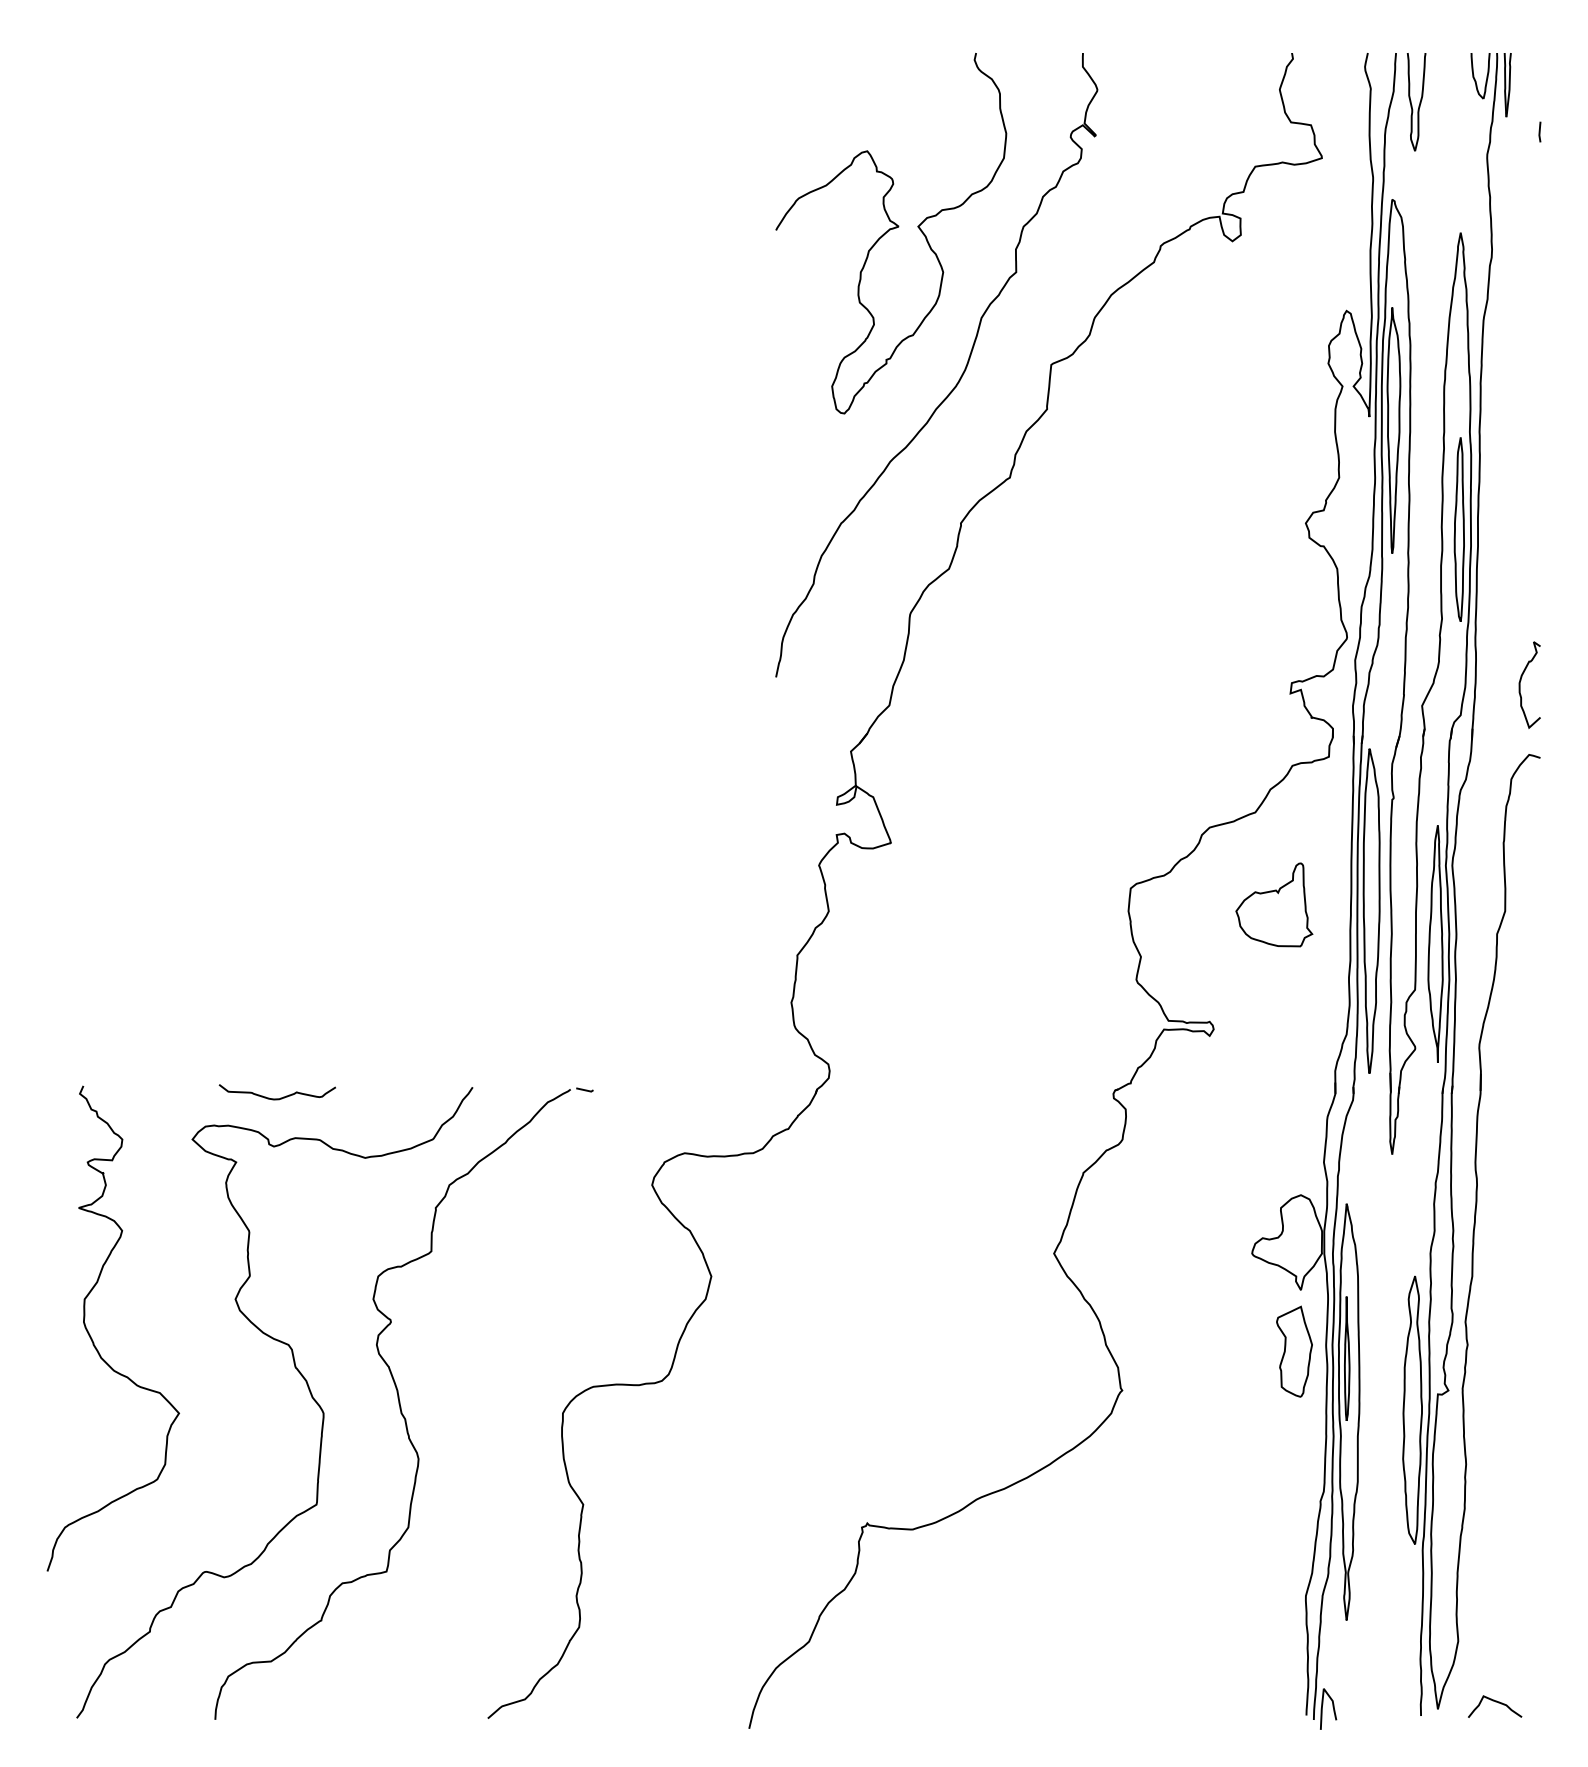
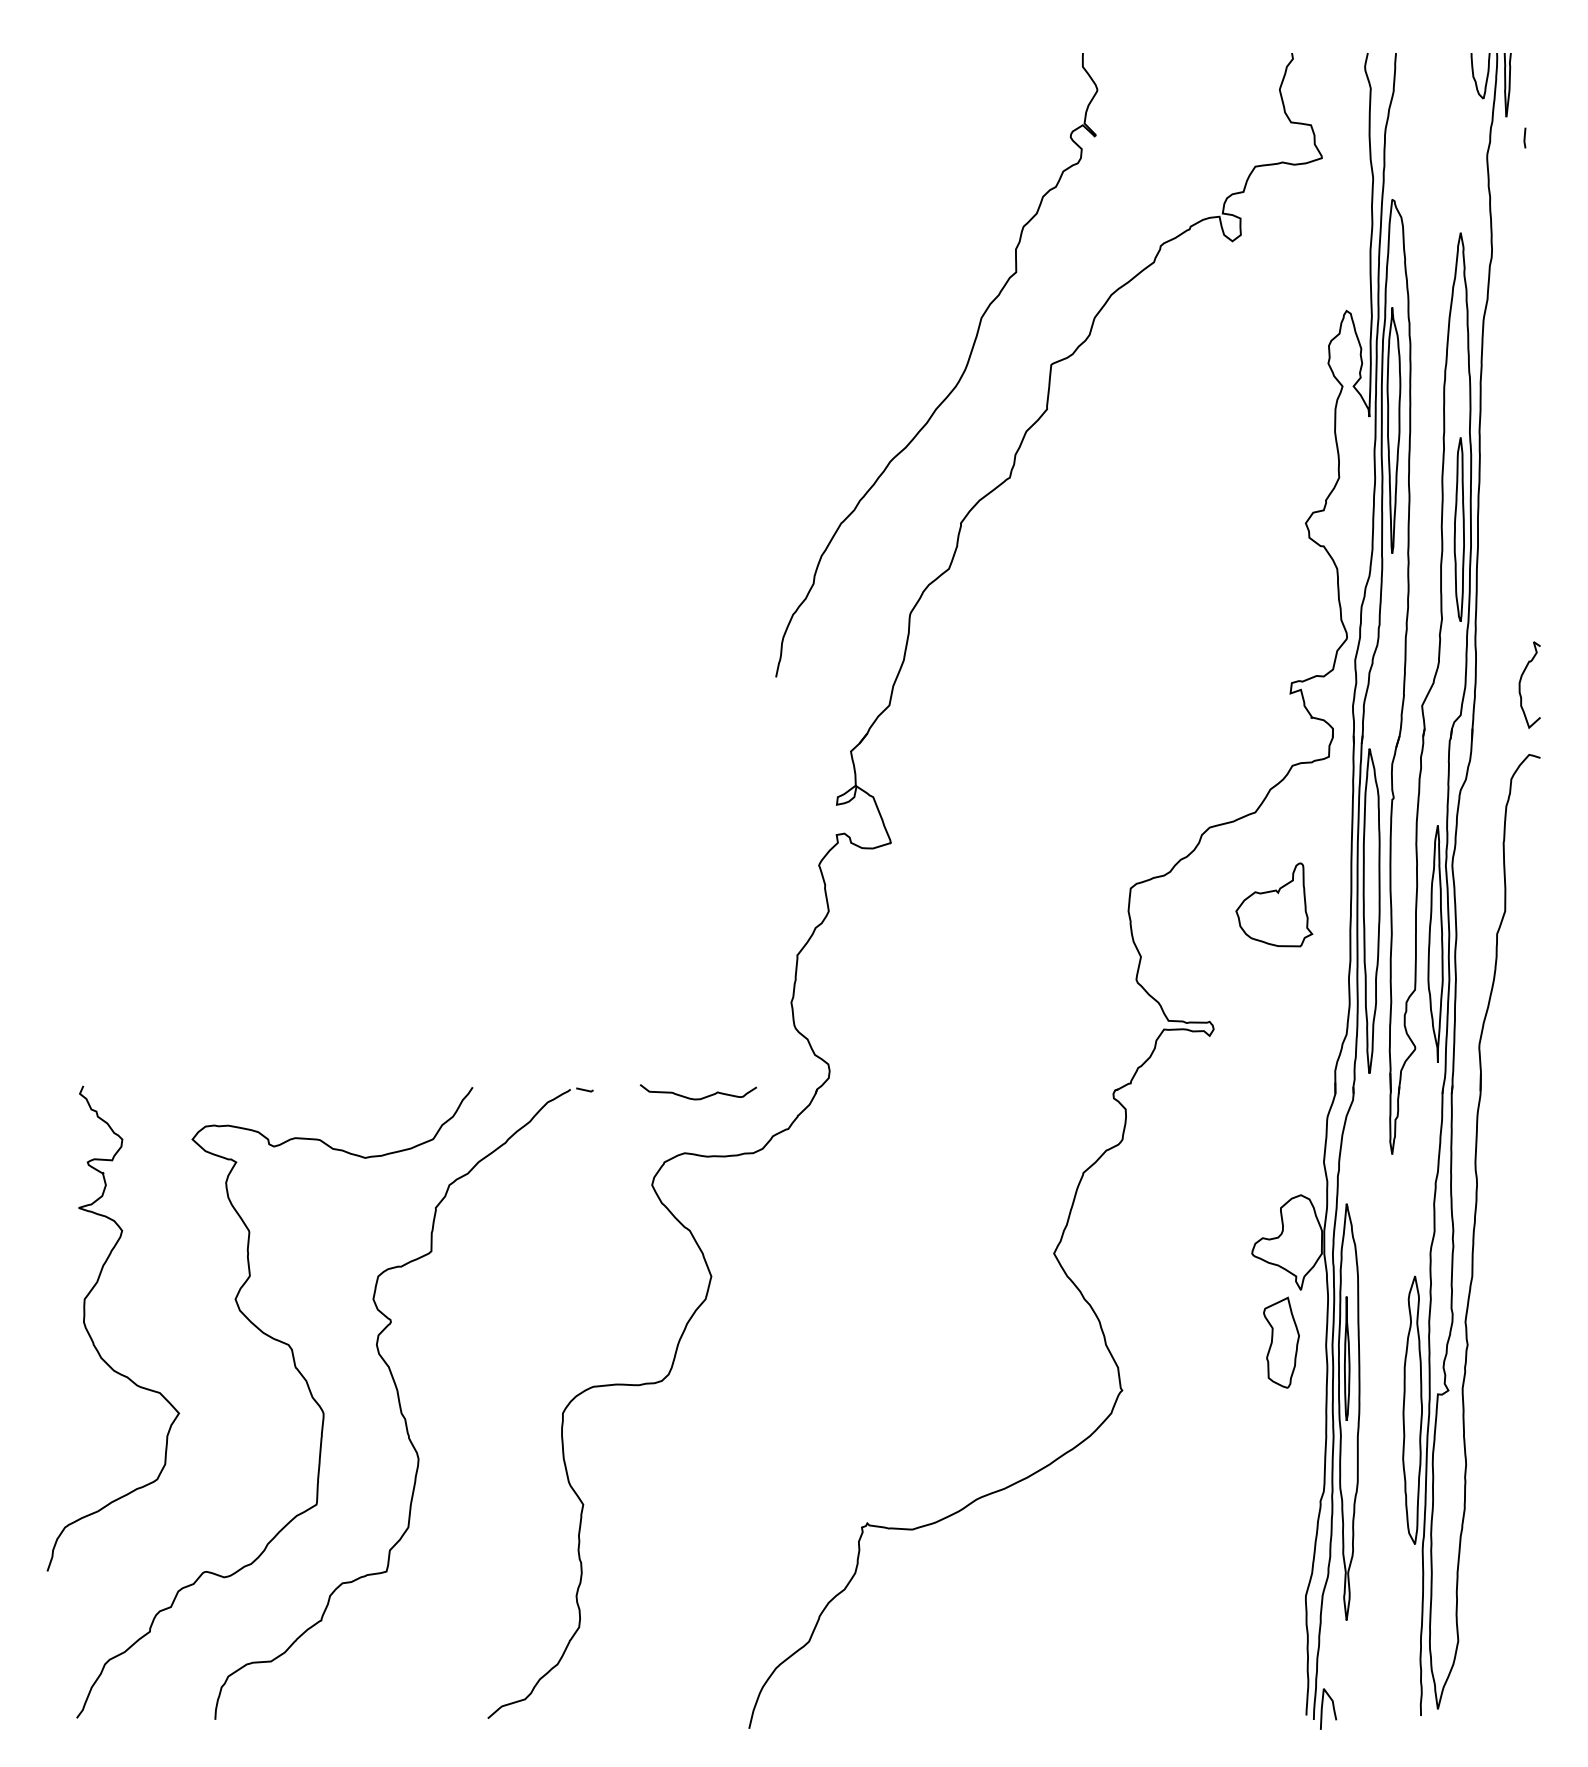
part at (1416, 102): present -> none
line at (1539, 131) position: (1539, 131) -> (1524, 137)
curve at (889, 231): present -> none
curve at (276, 1098) position: (276, 1098) -> (697, 1098)
part at (1294, 1351) position: (1294, 1351) -> (1281, 1342)
curve at (1495, 1702): present -> none
